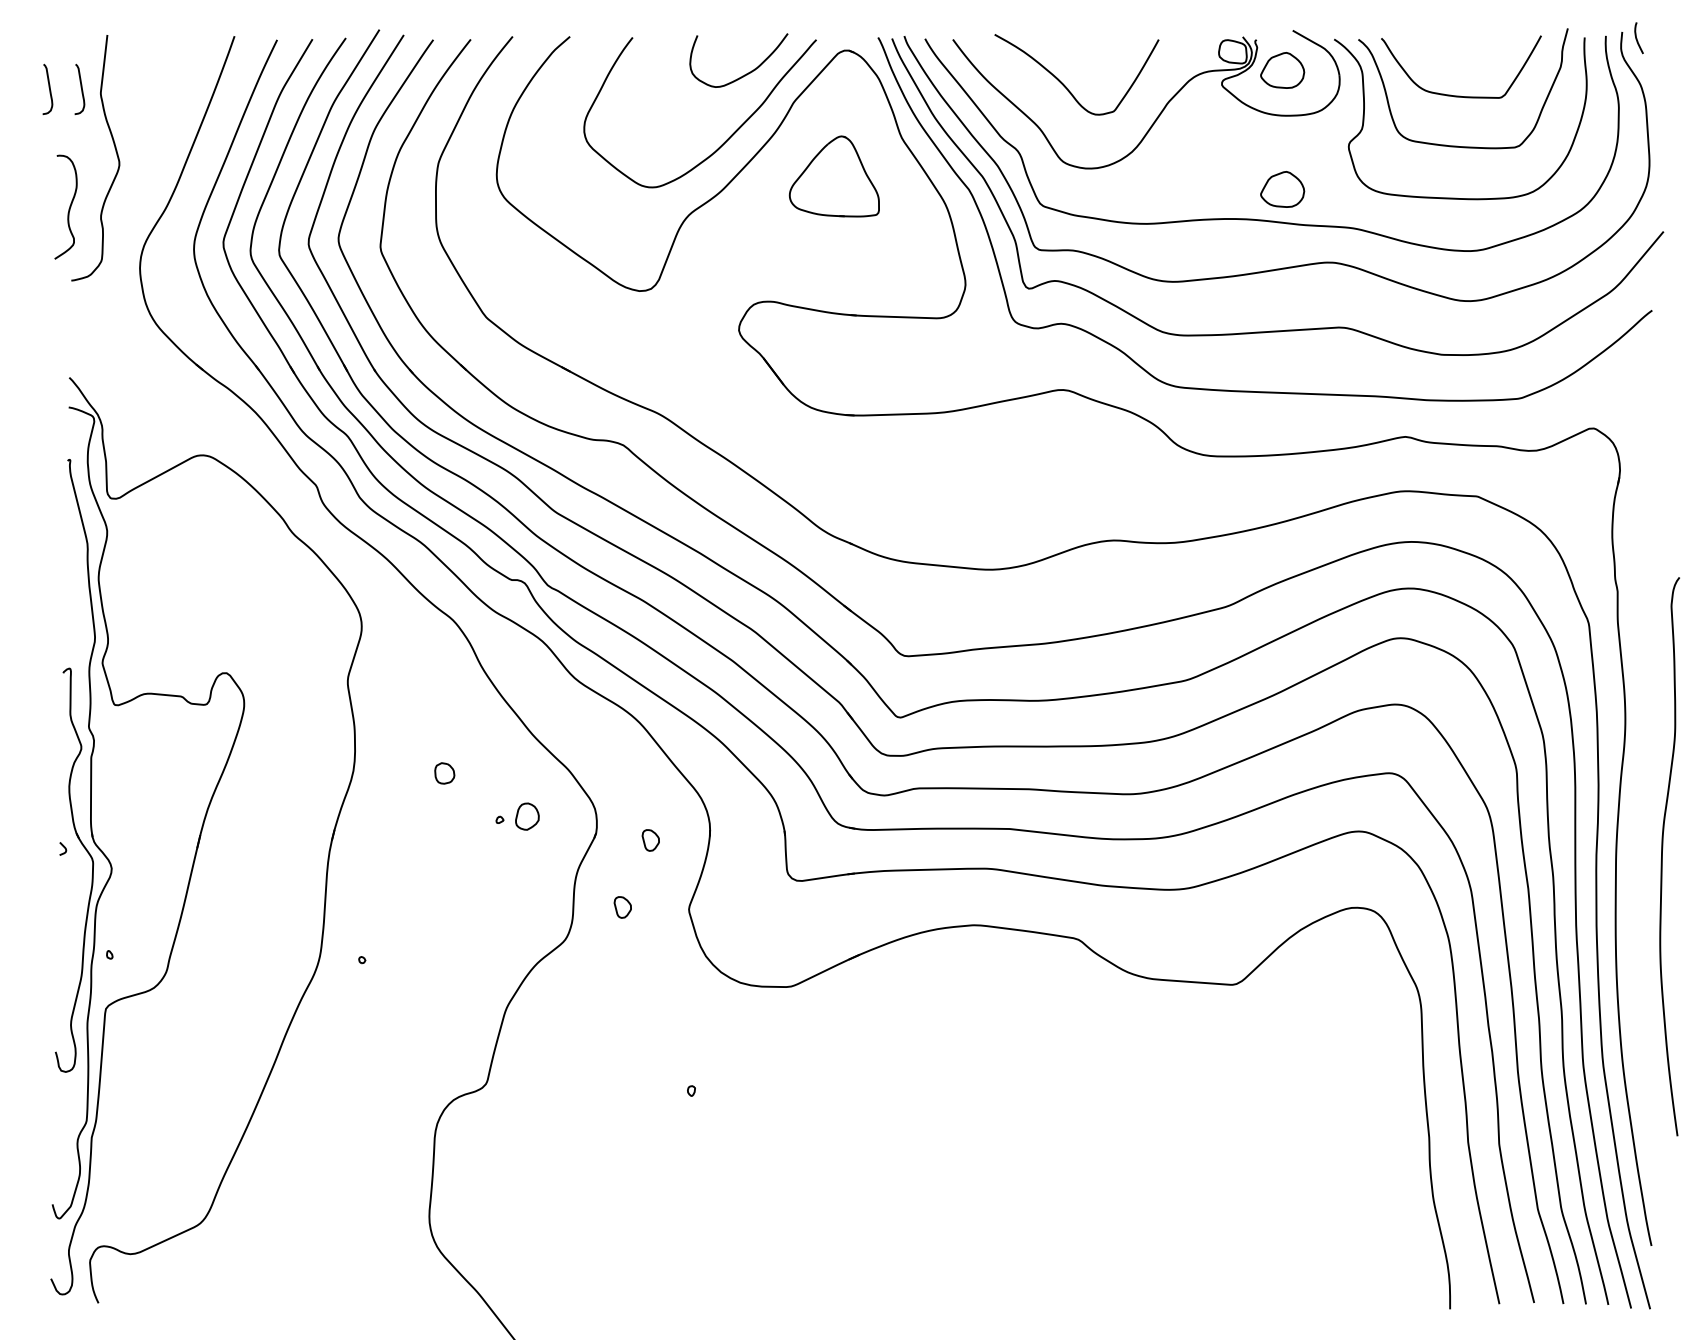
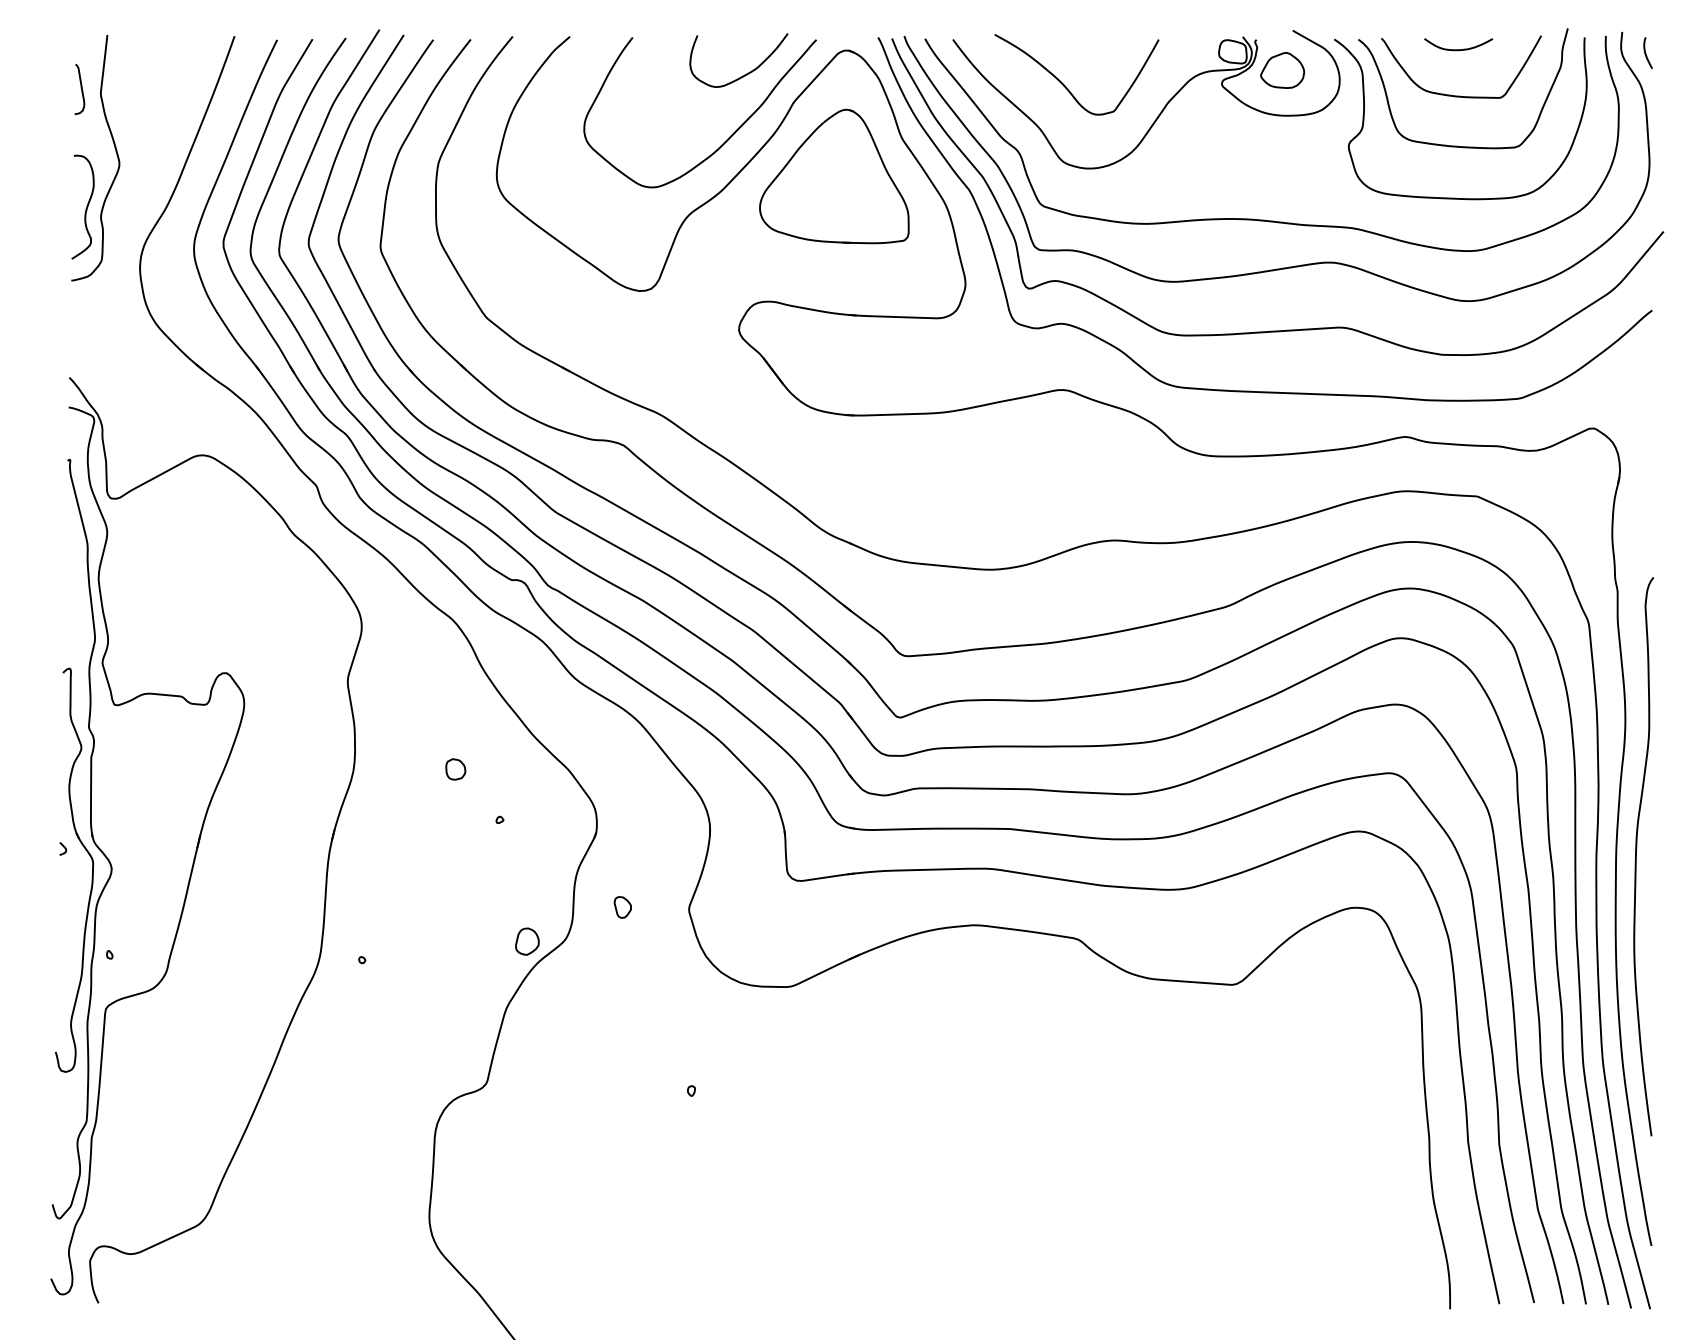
curve at (1637, 38) position: (1637, 38) -> (1646, 53)
curve at (1458, 49): none -> present
curve at (48, 87): present -> none
part at (833, 176) size: 92x83 px -> 151x137 px
part at (1282, 189): present -> none
curve at (68, 208) position: (68, 208) -> (85, 208)
part at (444, 773) position: (444, 773) -> (455, 769)
part at (527, 816) position: (527, 816) -> (527, 941)
part at (650, 840): present -> none
curve at (1662, 856) position: (1662, 856) -> (1636, 856)
